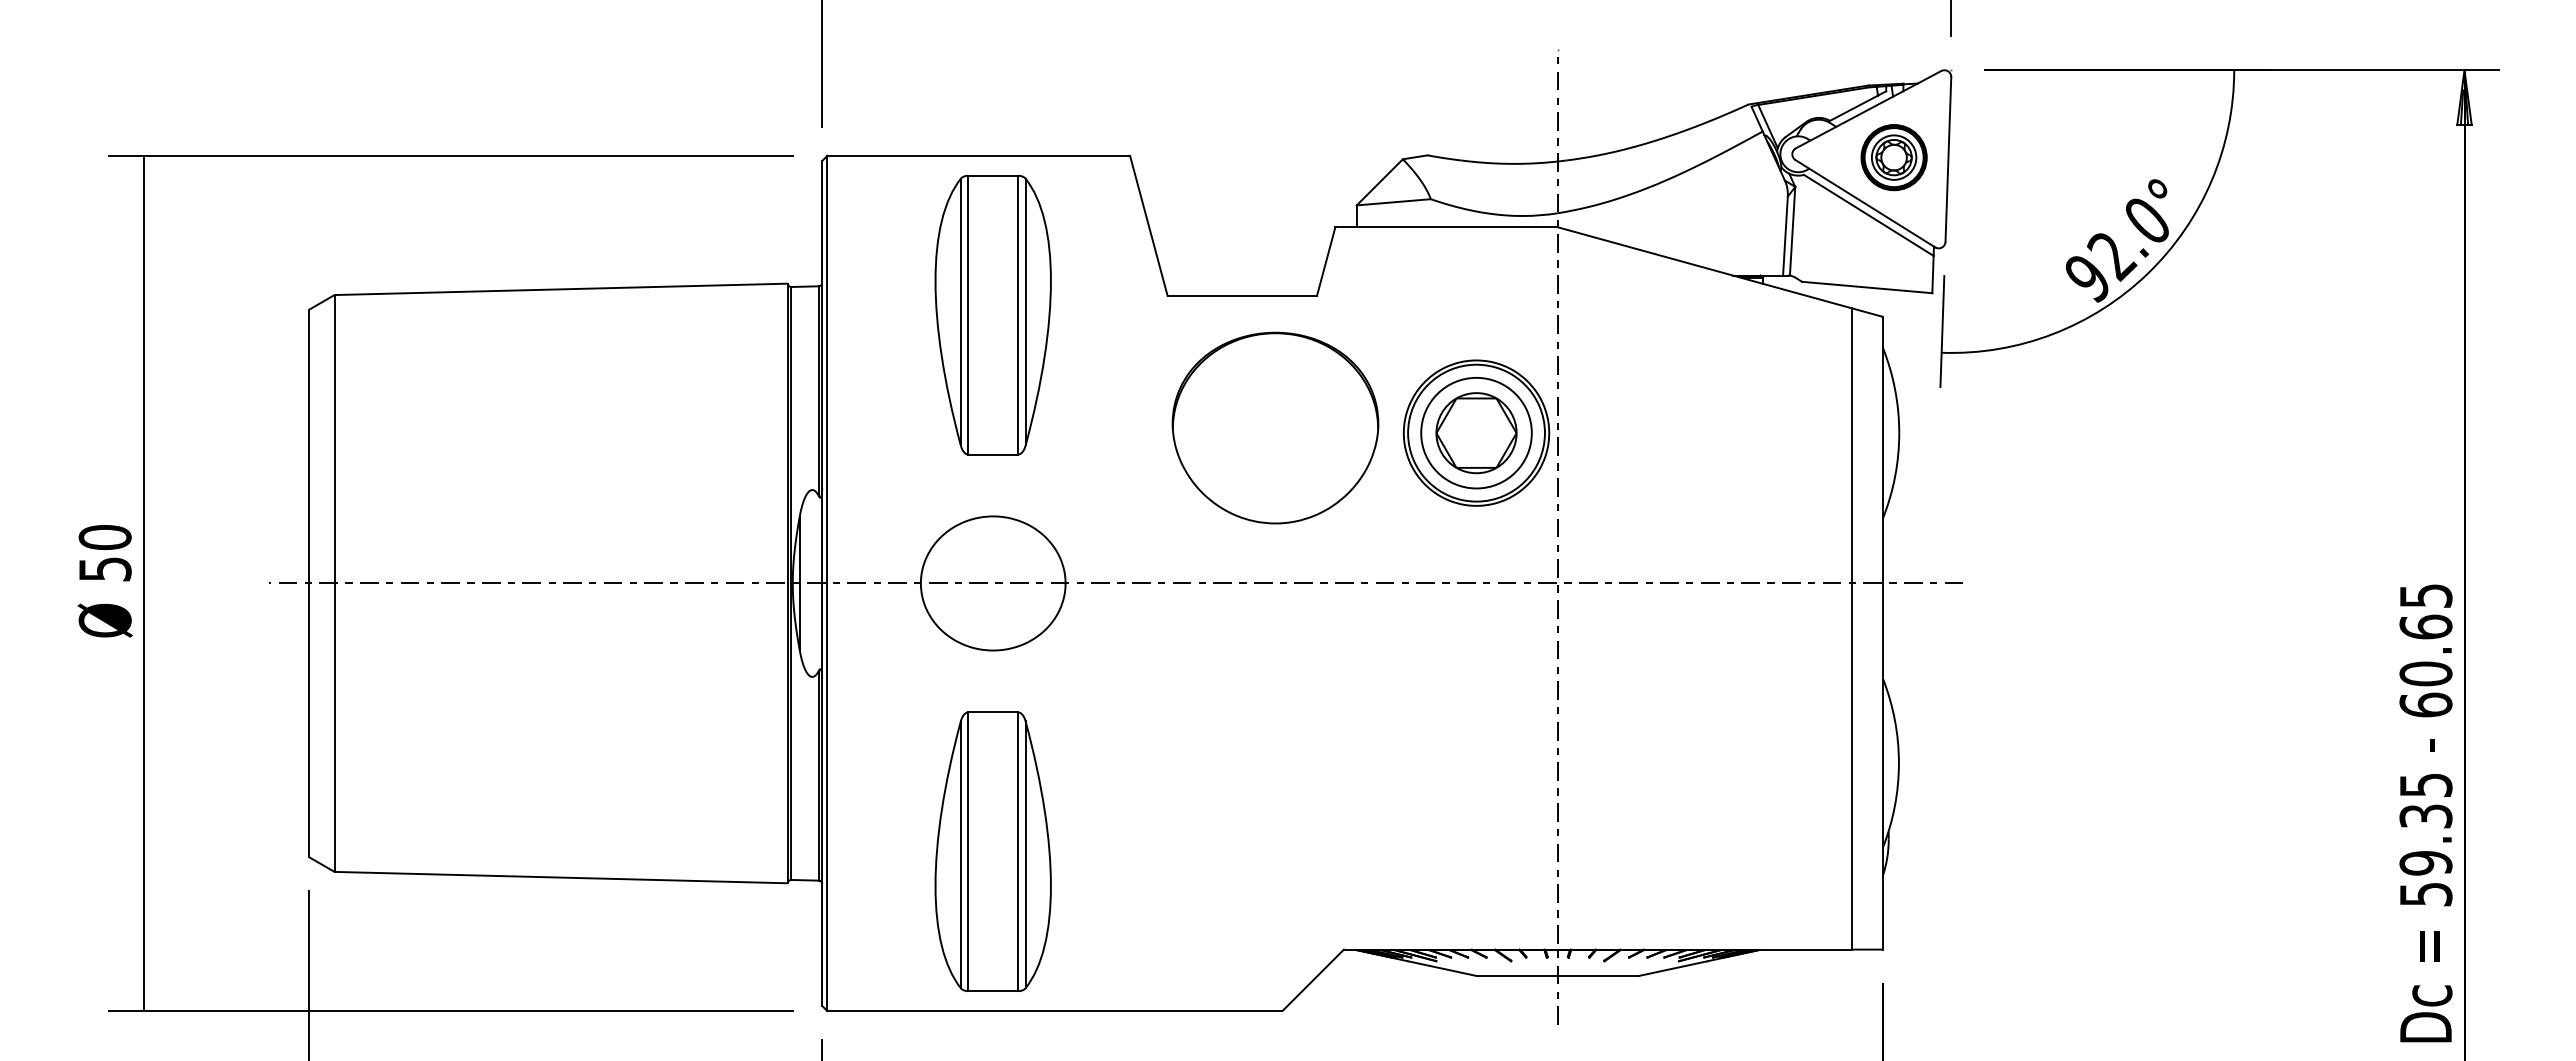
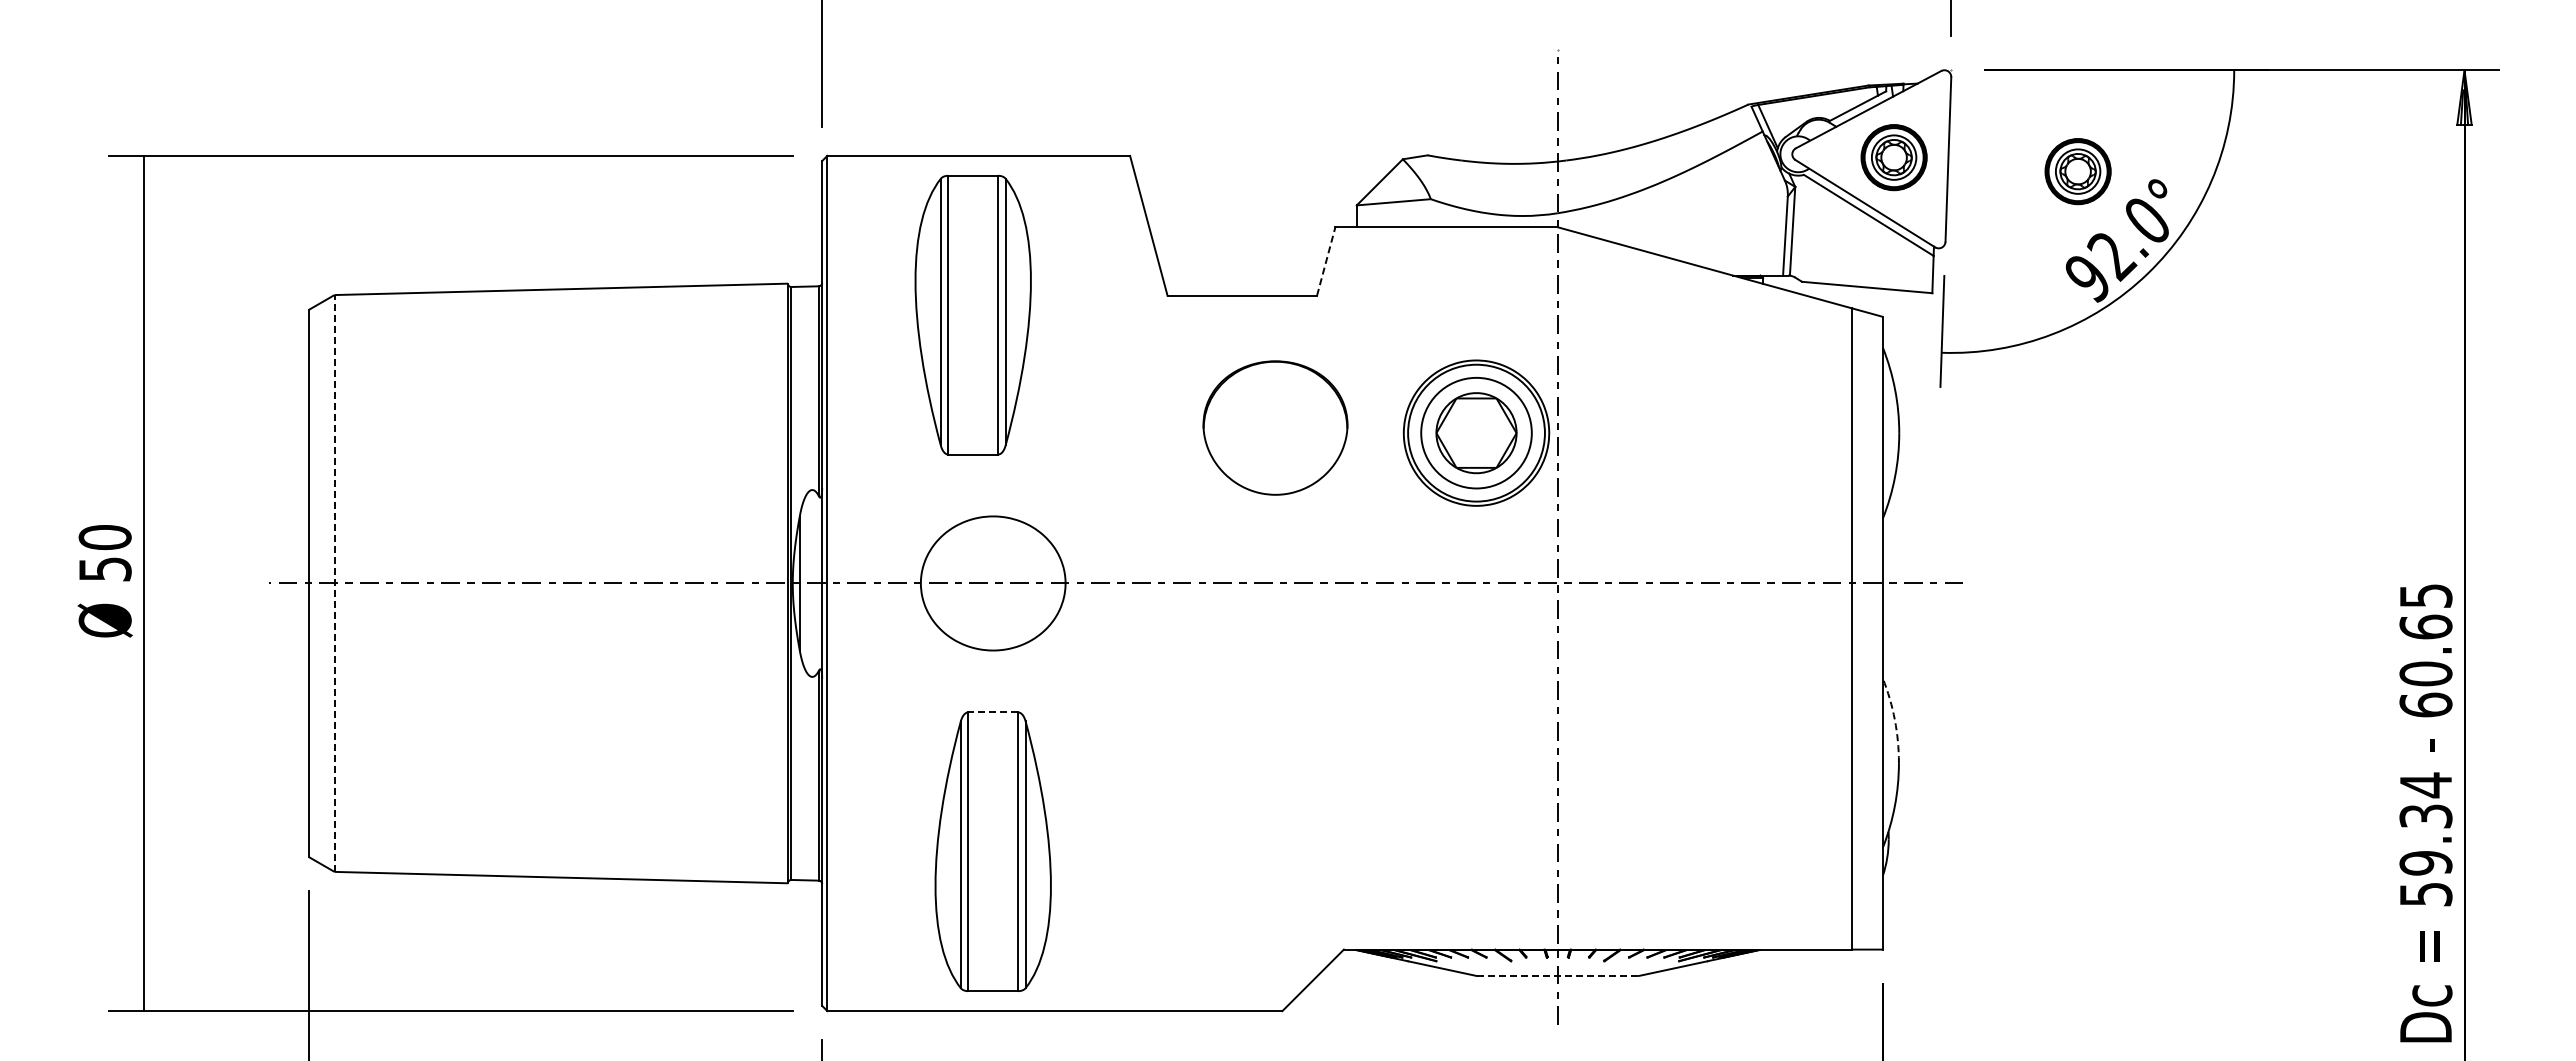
part at (2077, 171): none -> present
line at (1326, 261): solid -> dashed
part at (992, 314) position: (992, 314) -> (972, 314)
part at (1275, 427) size: 209x194 px -> 147x136 px
line at (334, 582): solid -> dashed
line at (993, 712): solid -> dashed
arc at (1894, 719): solid -> dashed
text at (2426, 785): 59.35 -> 59.34
line at (1558, 975): solid -> dashed
